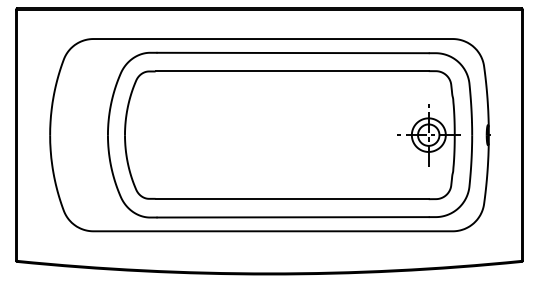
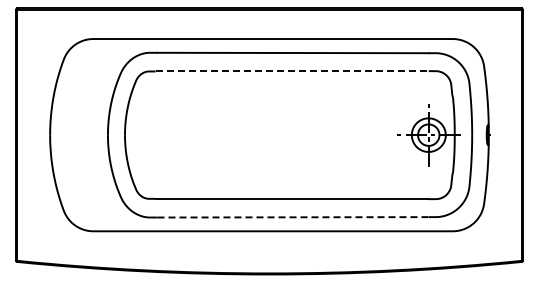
line at (292, 71): solid -> dashed
line at (293, 217): solid -> dashed
